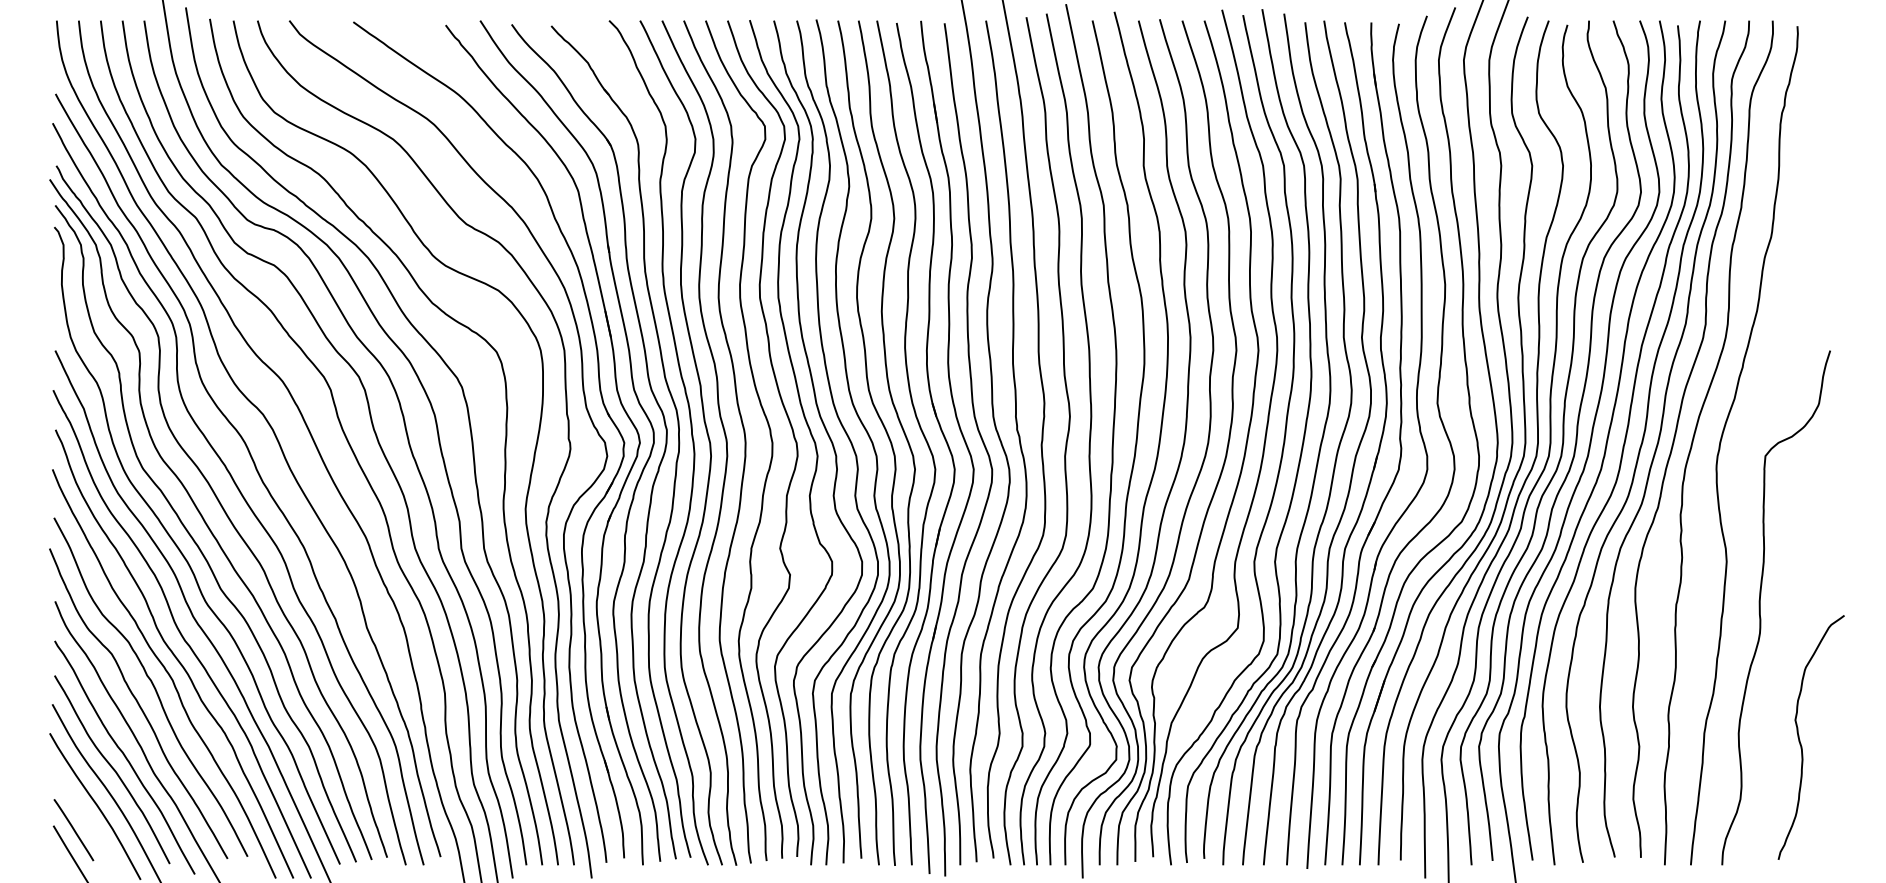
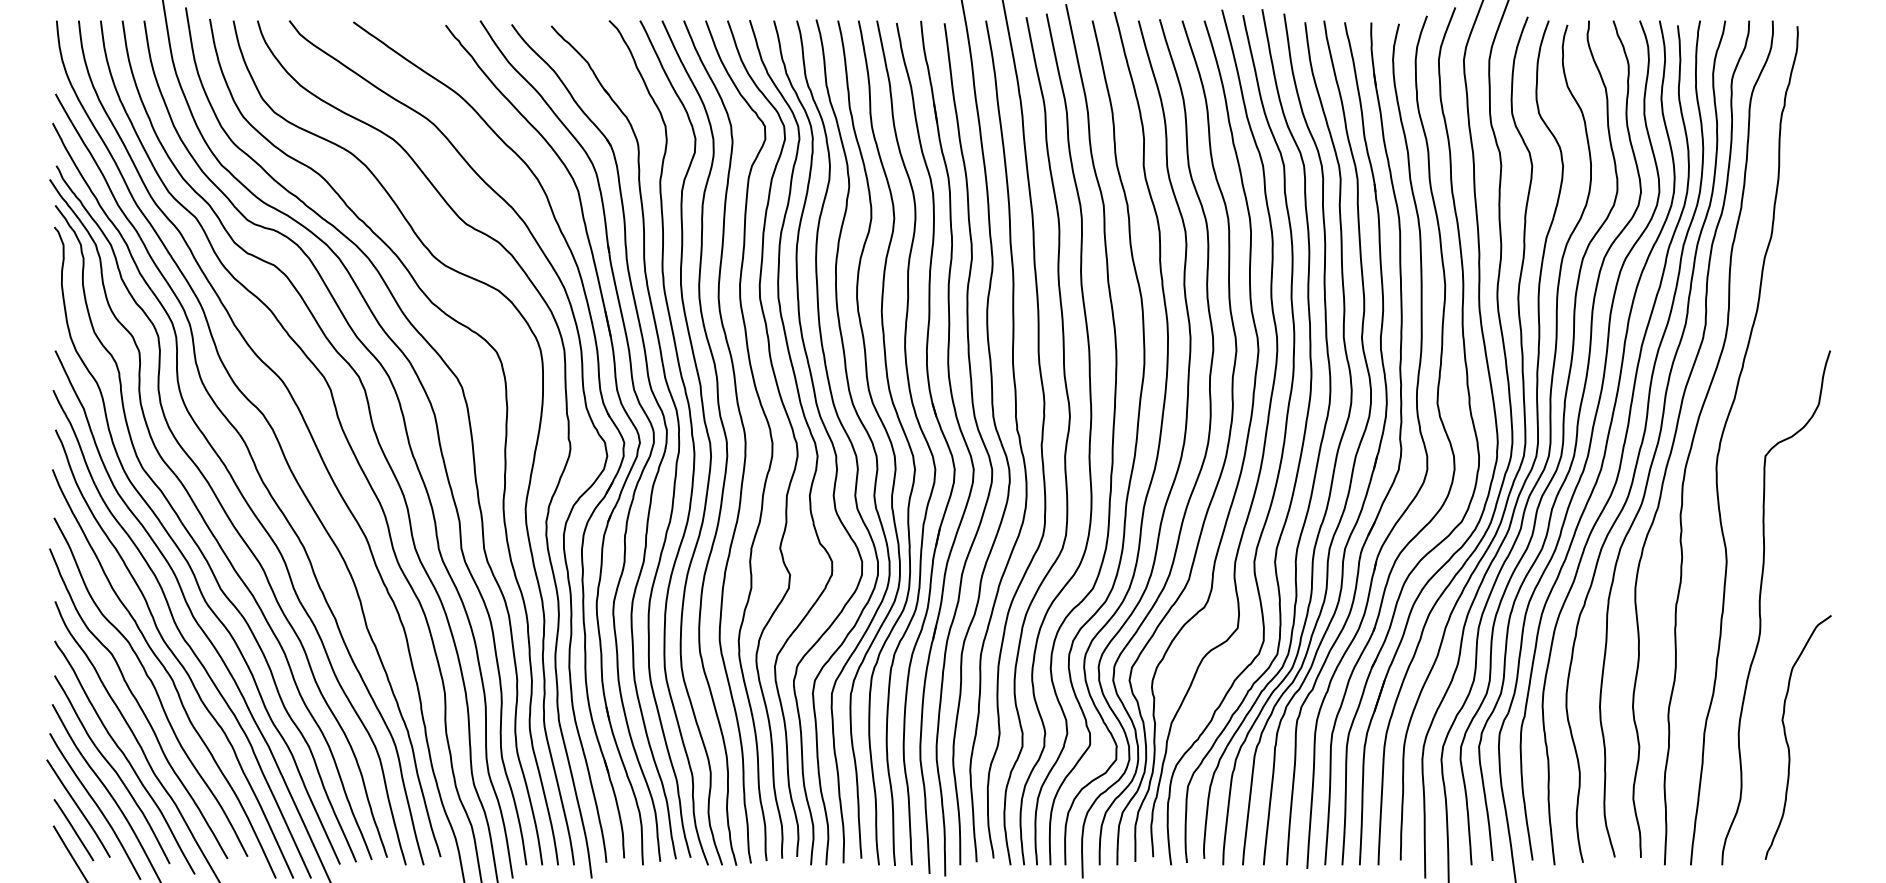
curve at (1800, 740) position: (1800, 740) -> (1787, 740)
curve at (78, 808): none -> present
